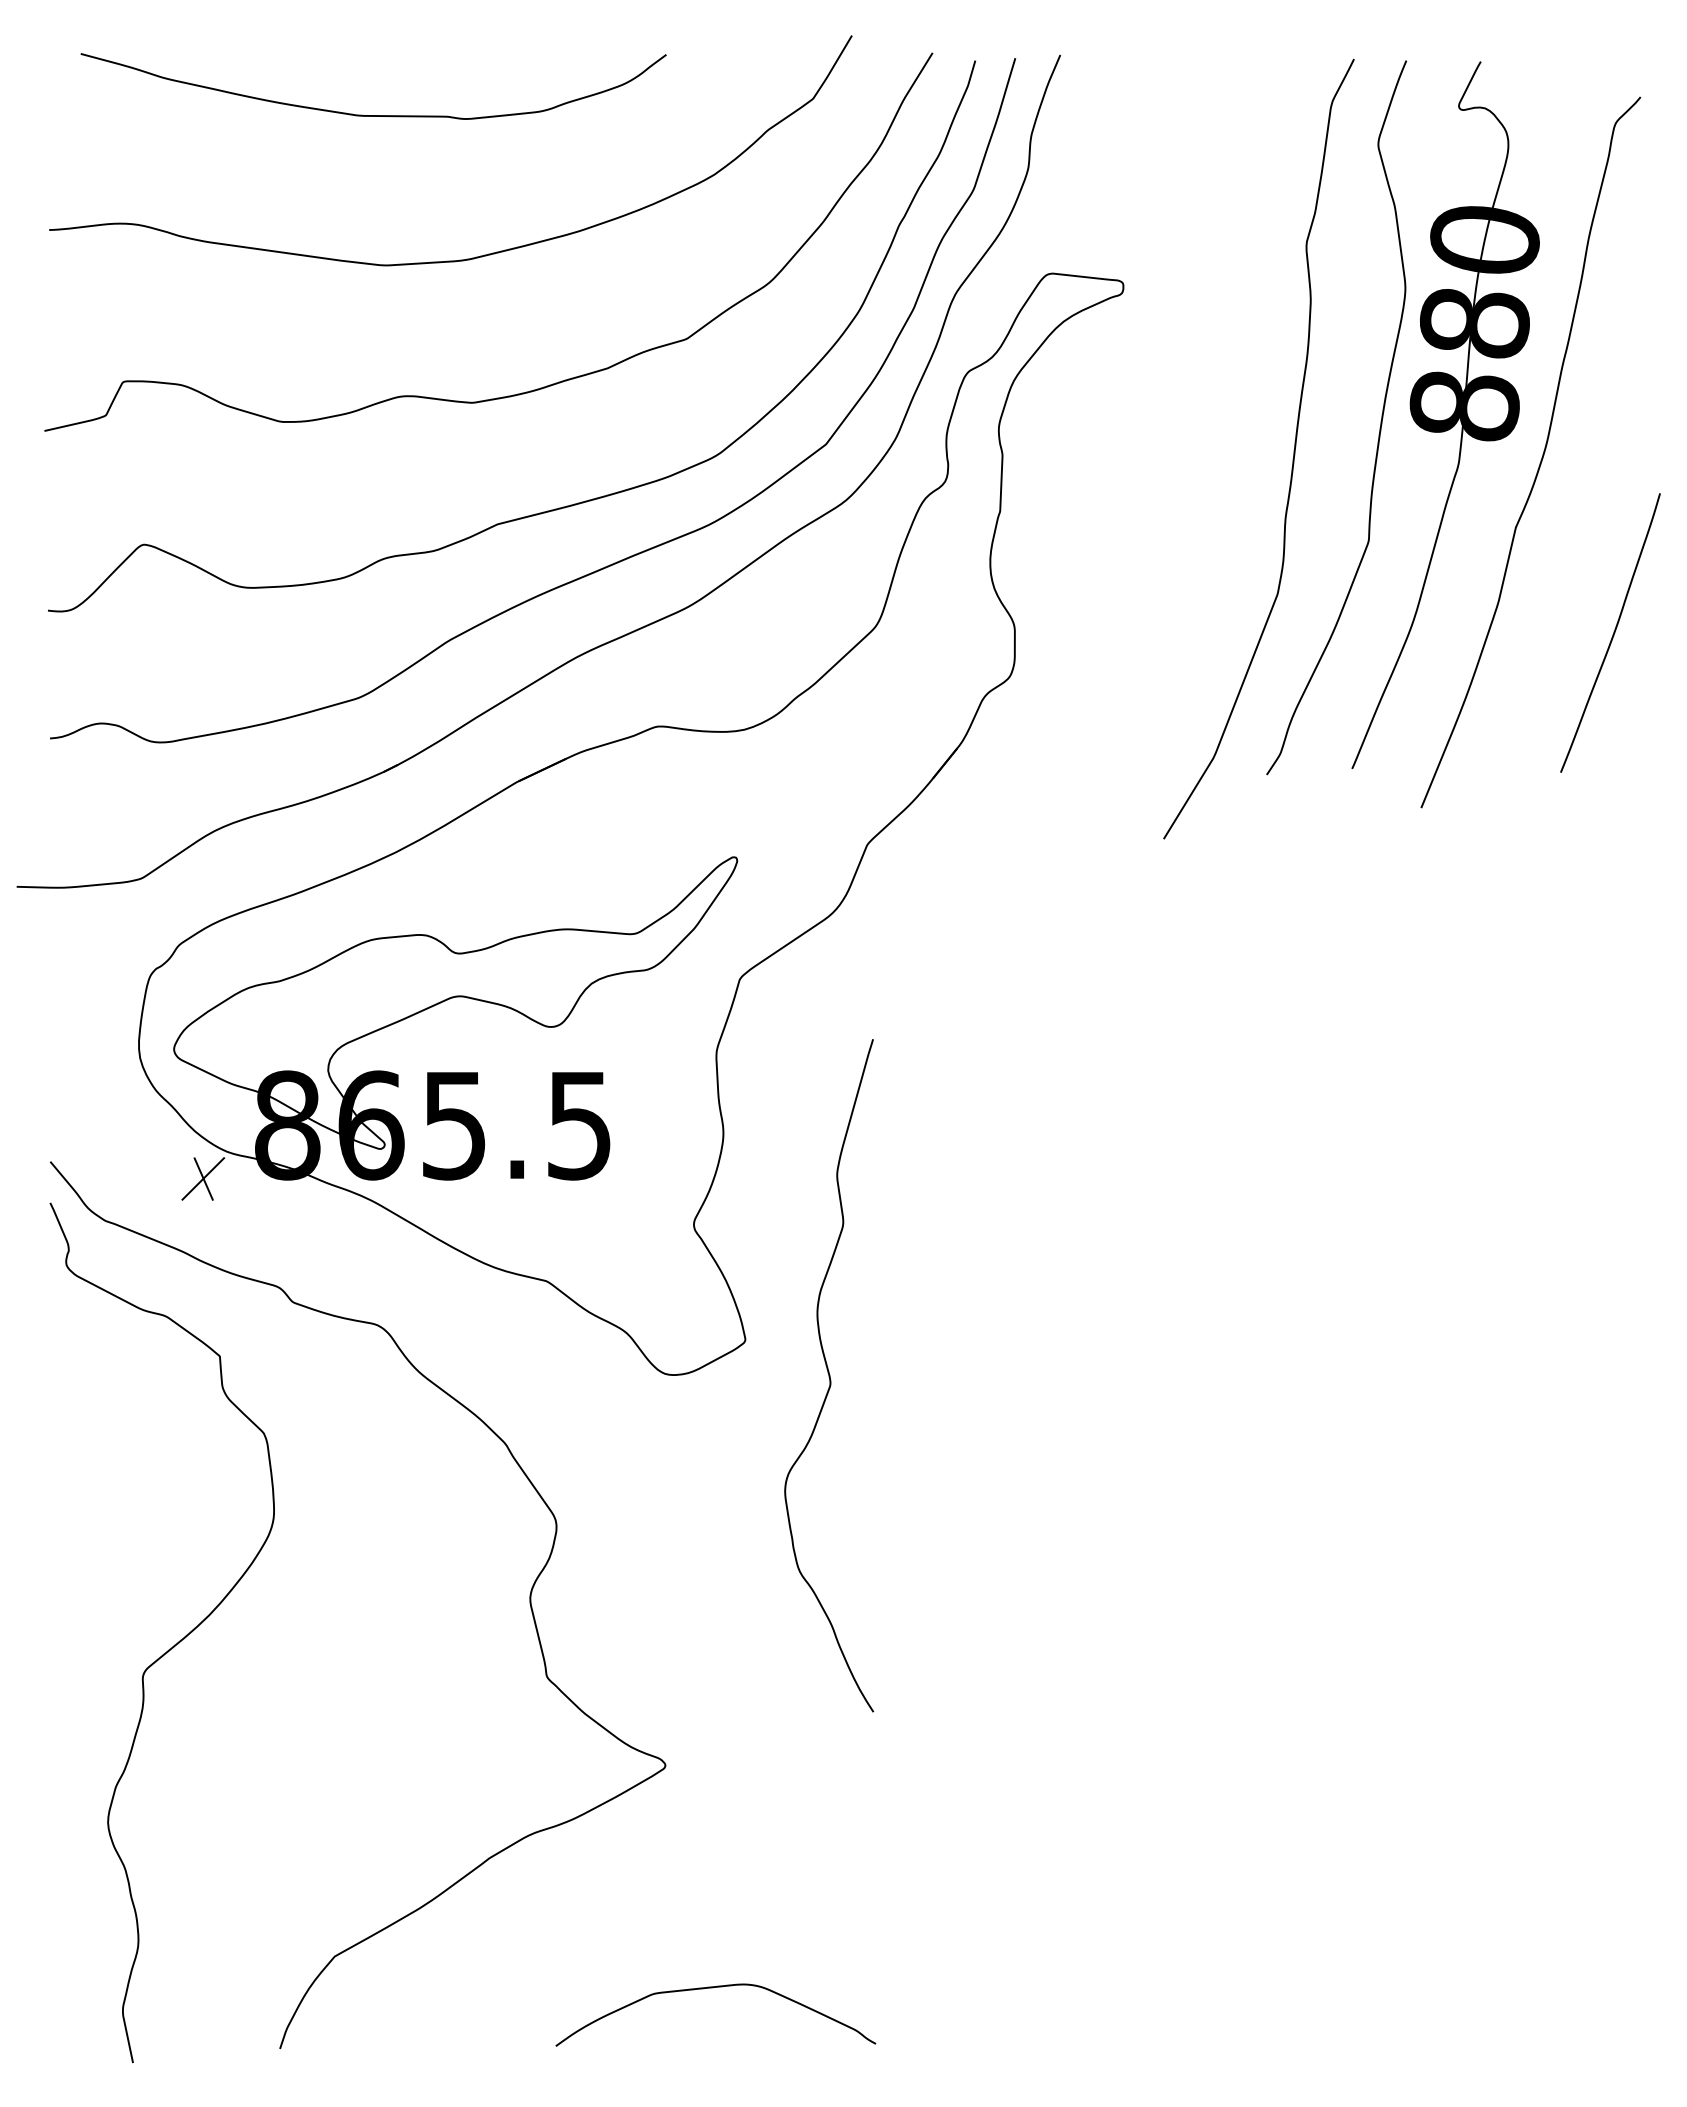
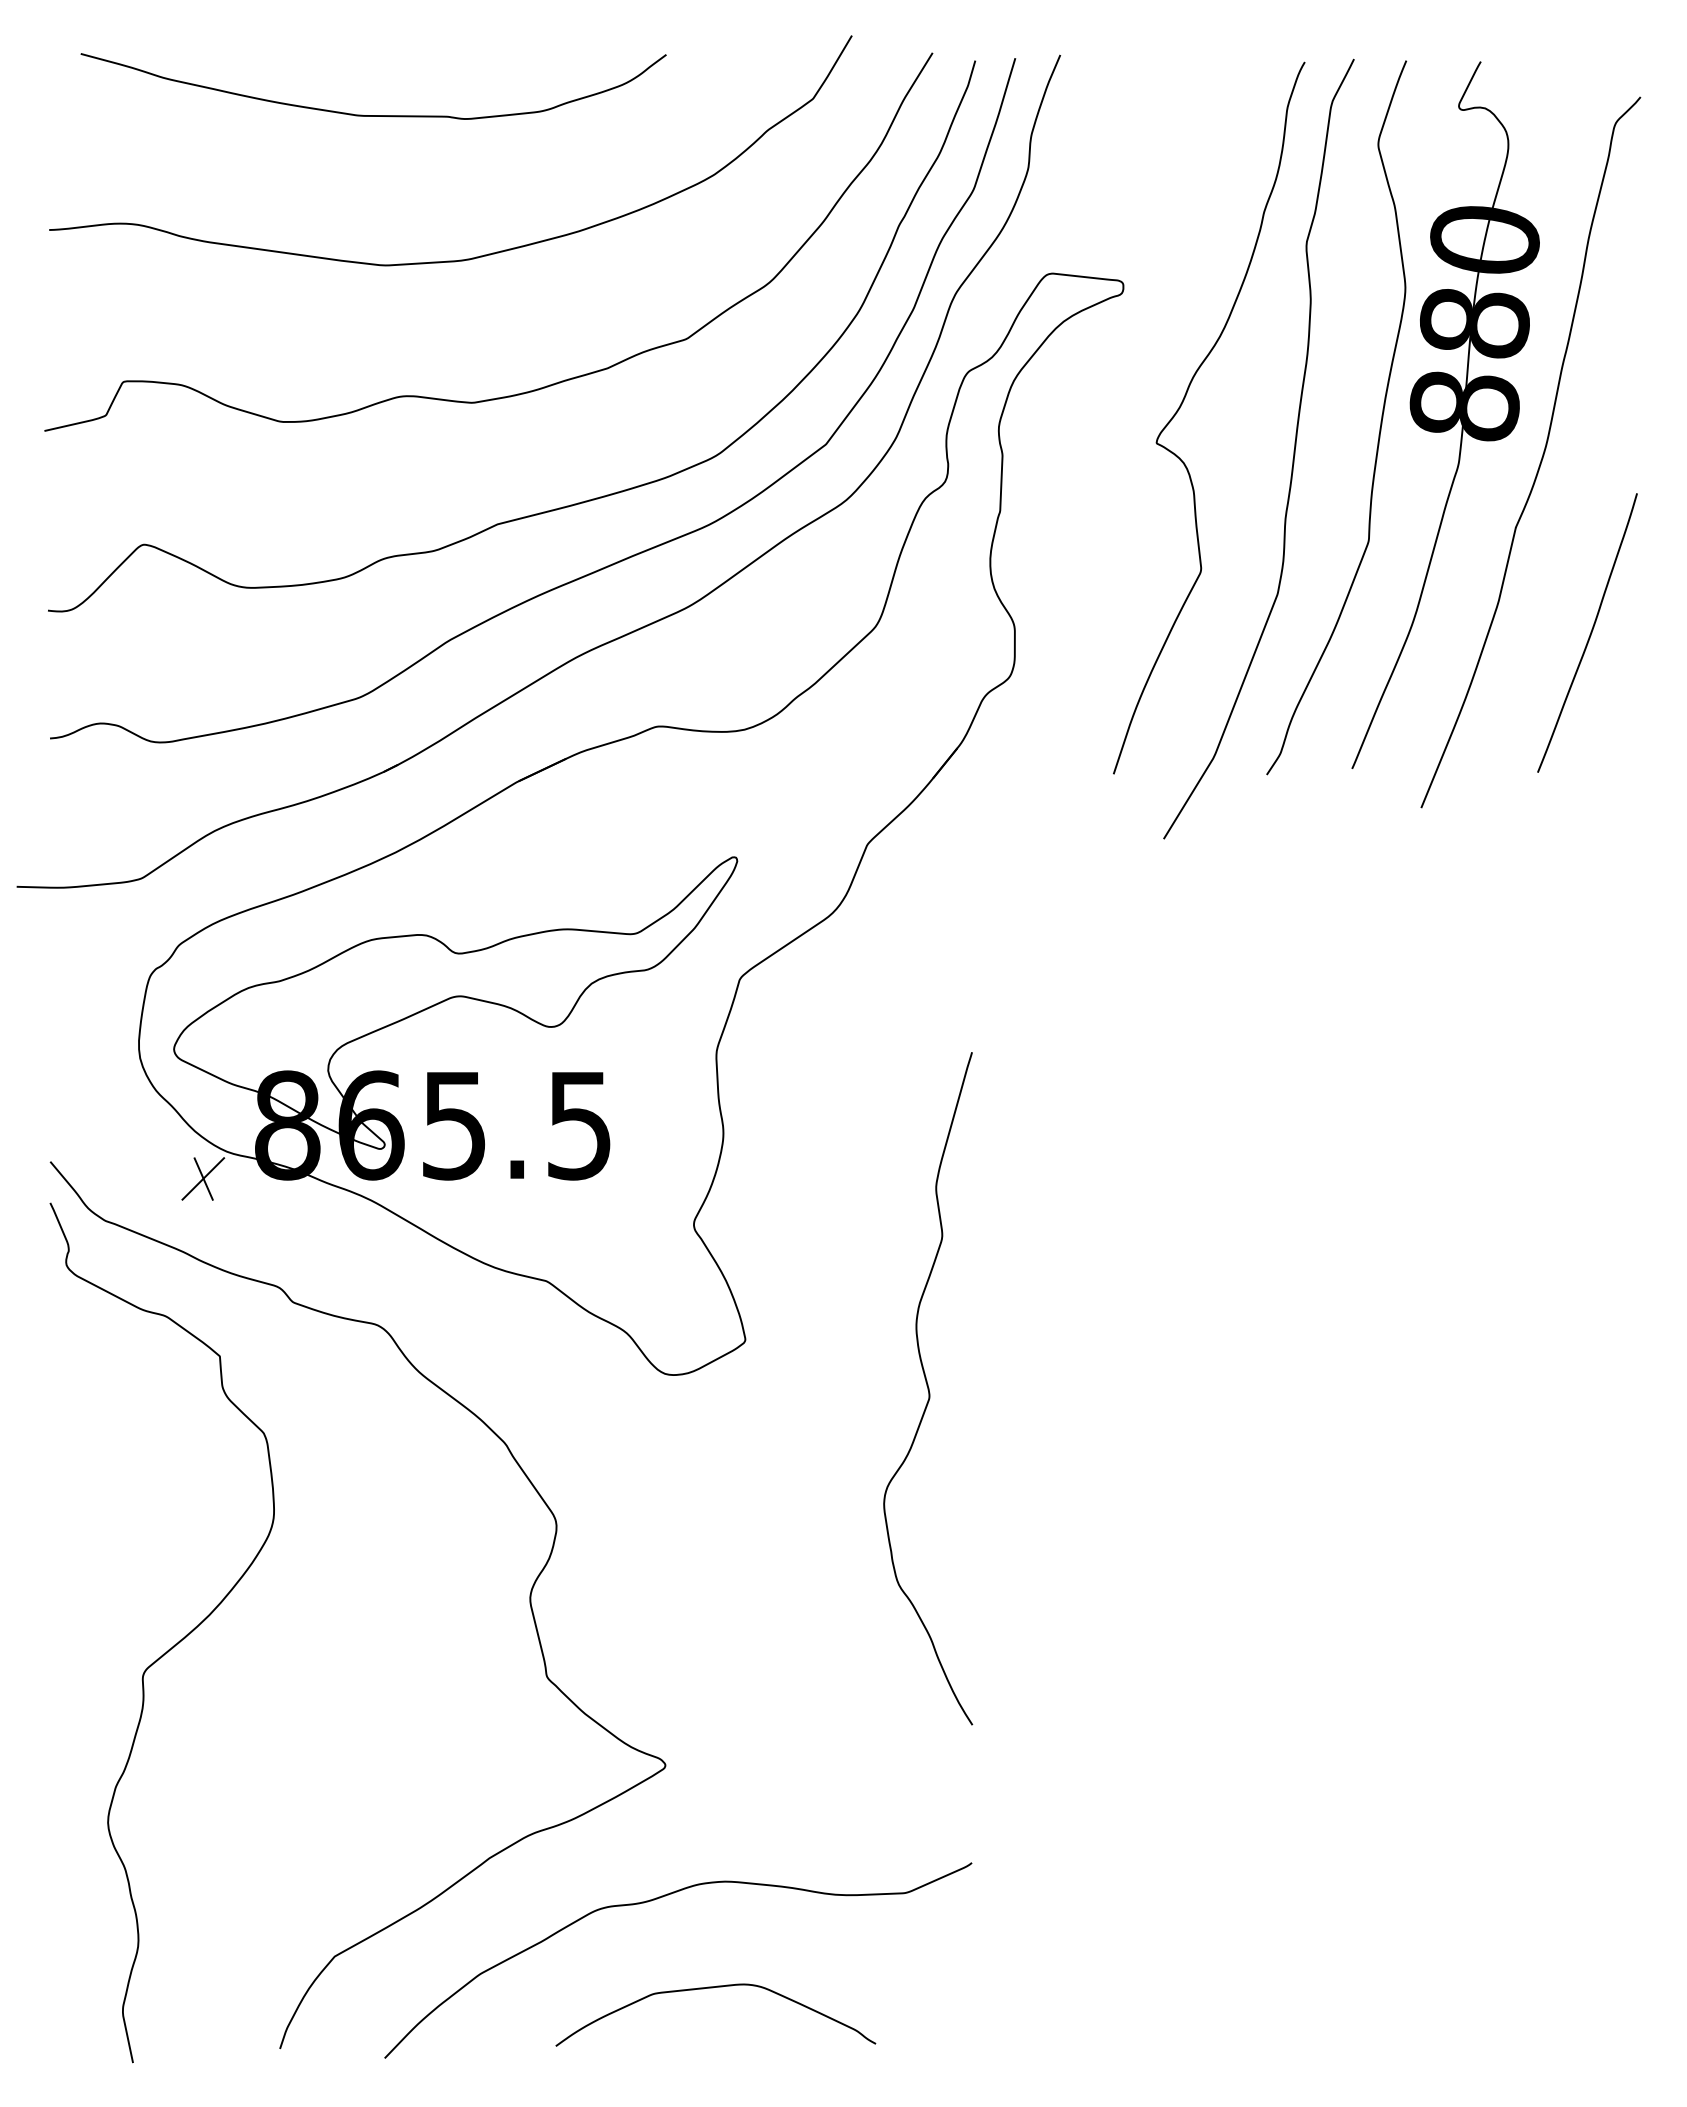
curve at (1182, 404): none -> present
curve at (1612, 634) position: (1612, 634) -> (1589, 634)
curve at (829, 1375) position: (829, 1375) -> (928, 1388)
curve at (657, 1899): none -> present
